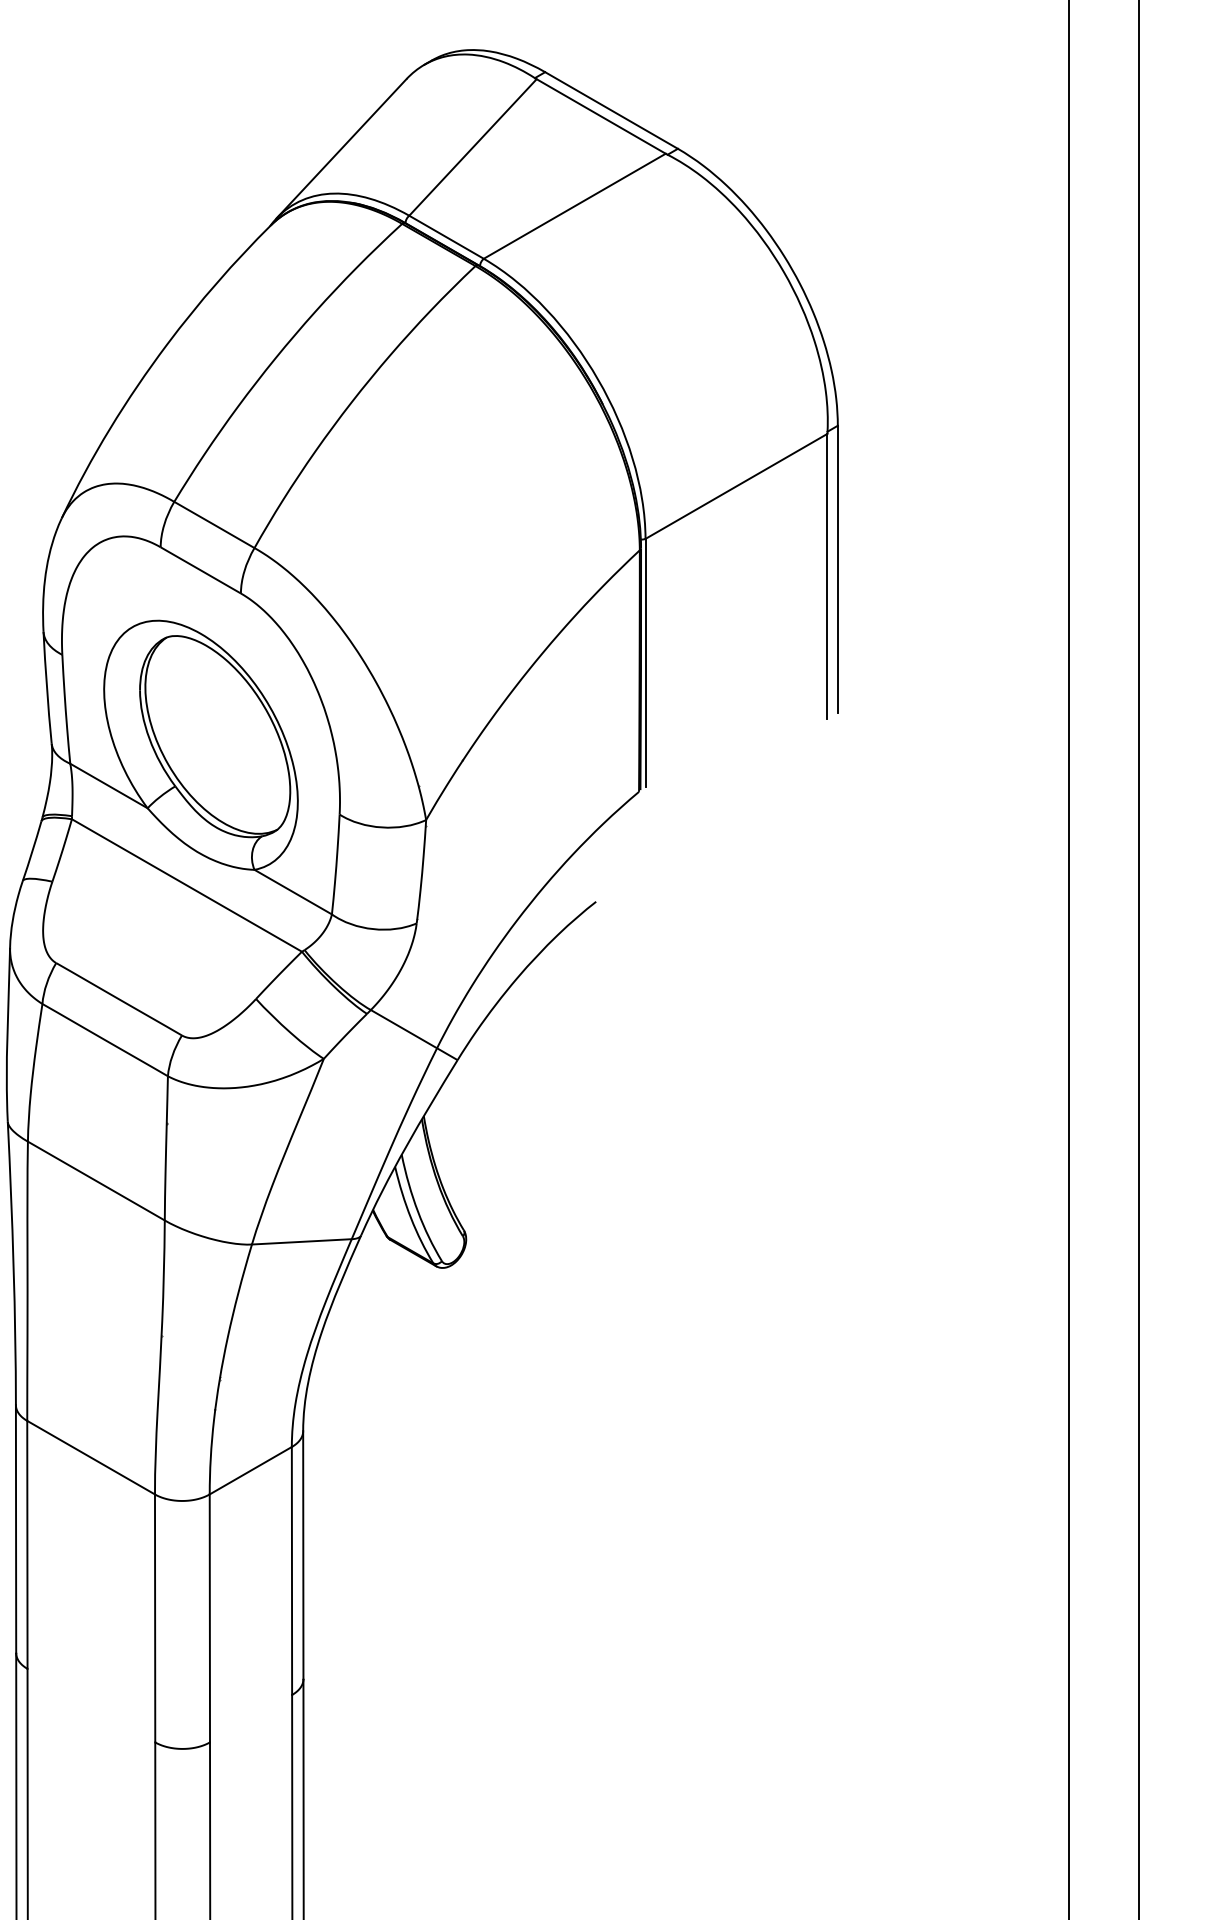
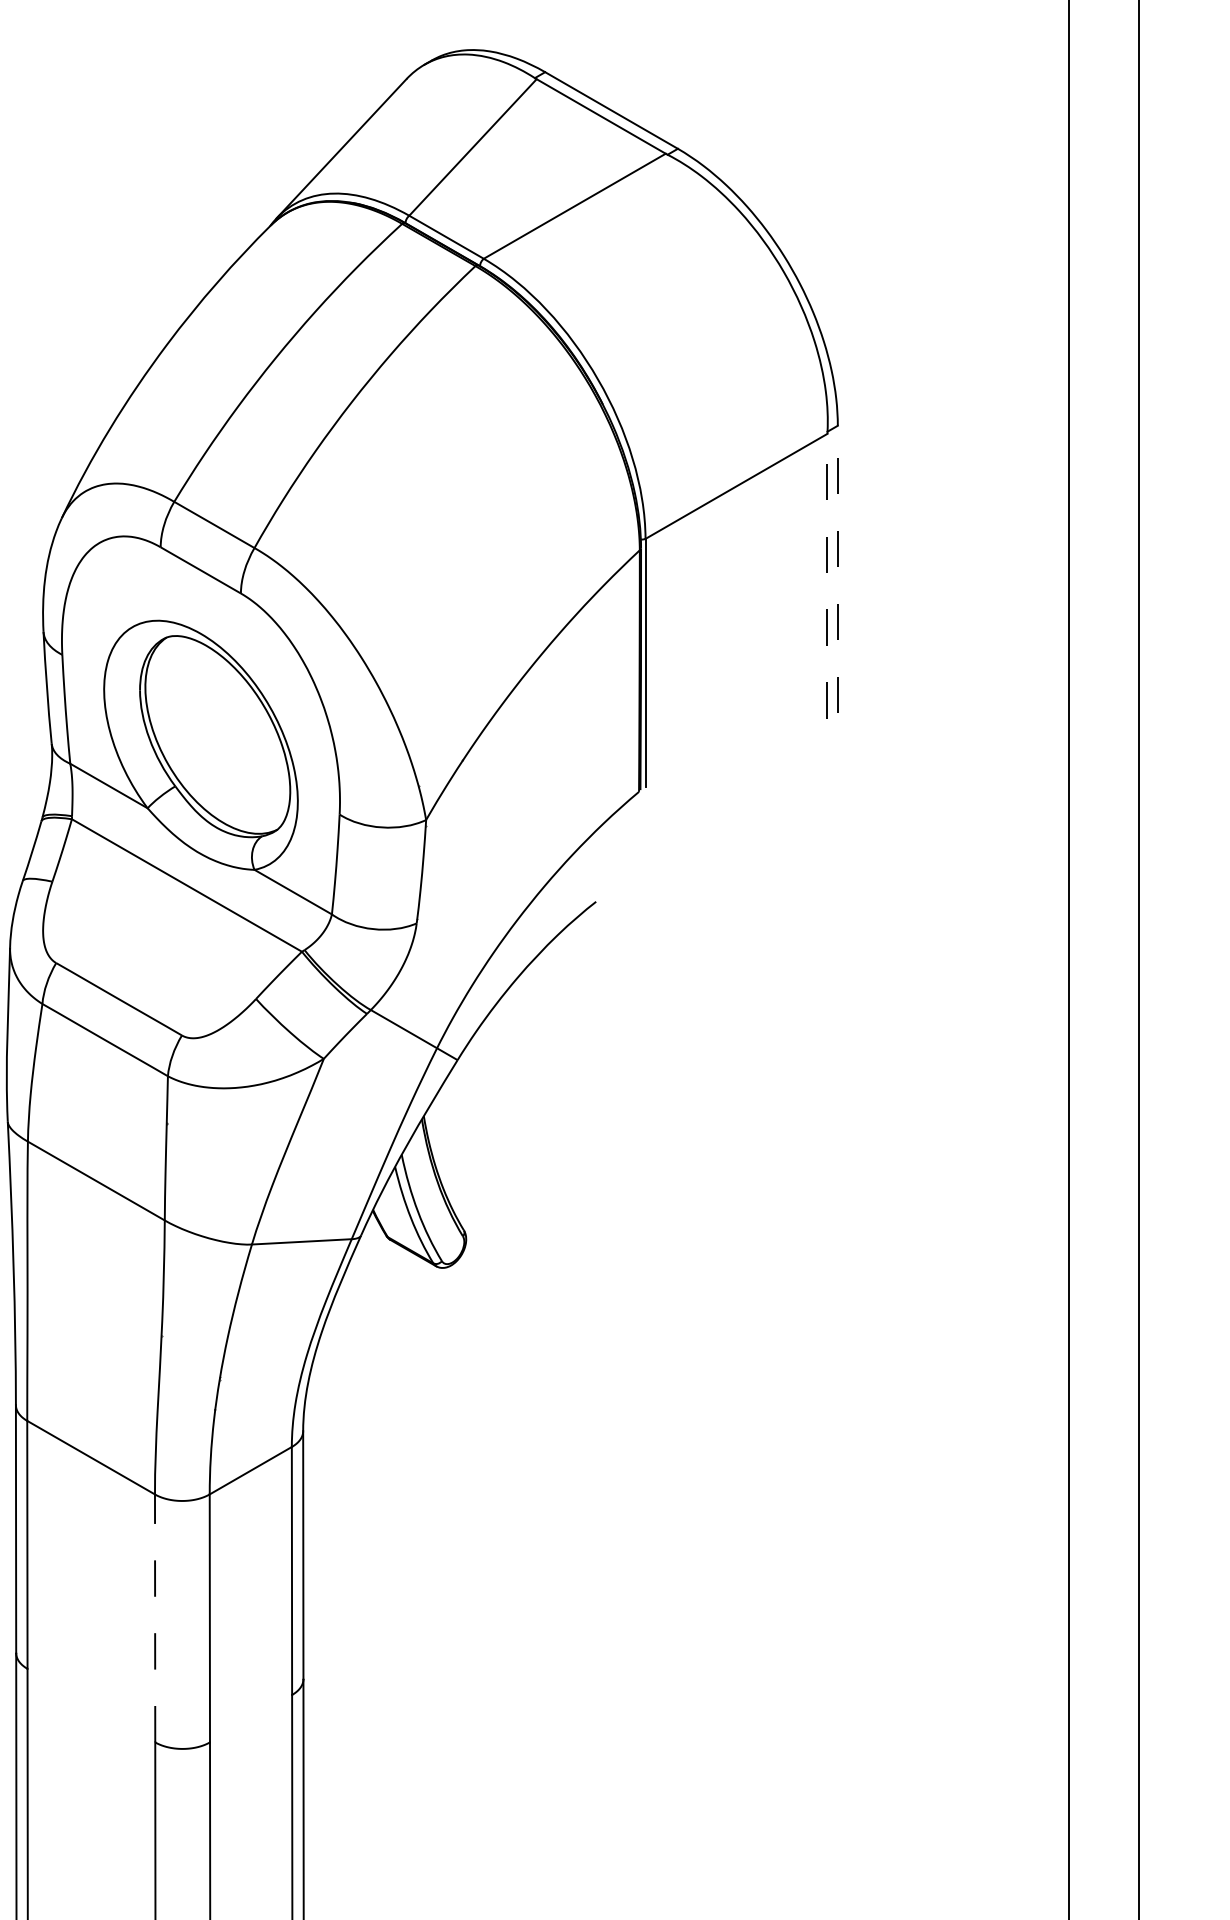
line at (837, 569): solid -> dashed
line at (827, 575): solid -> dashed
line at (155, 1618): solid -> dashed
